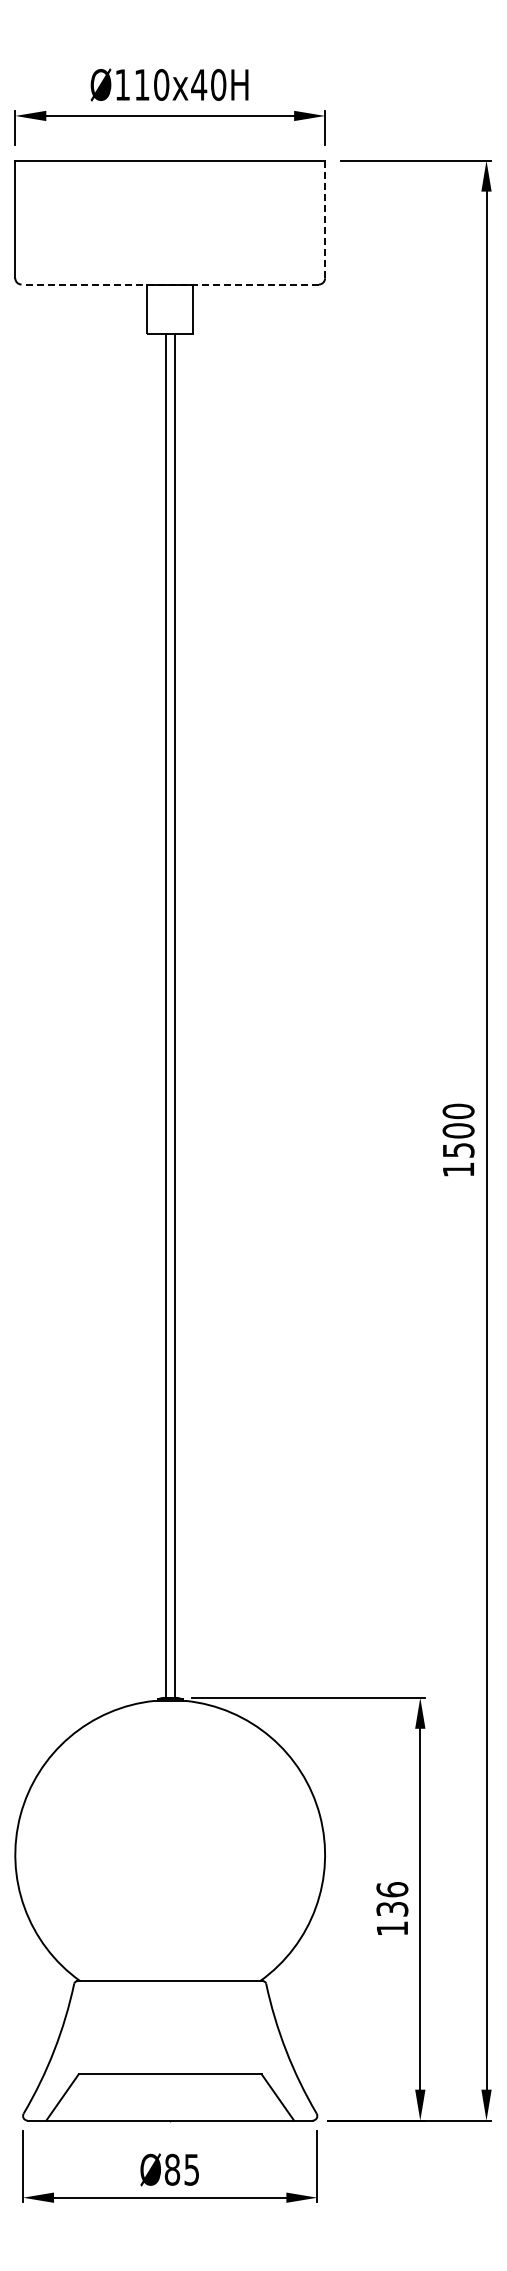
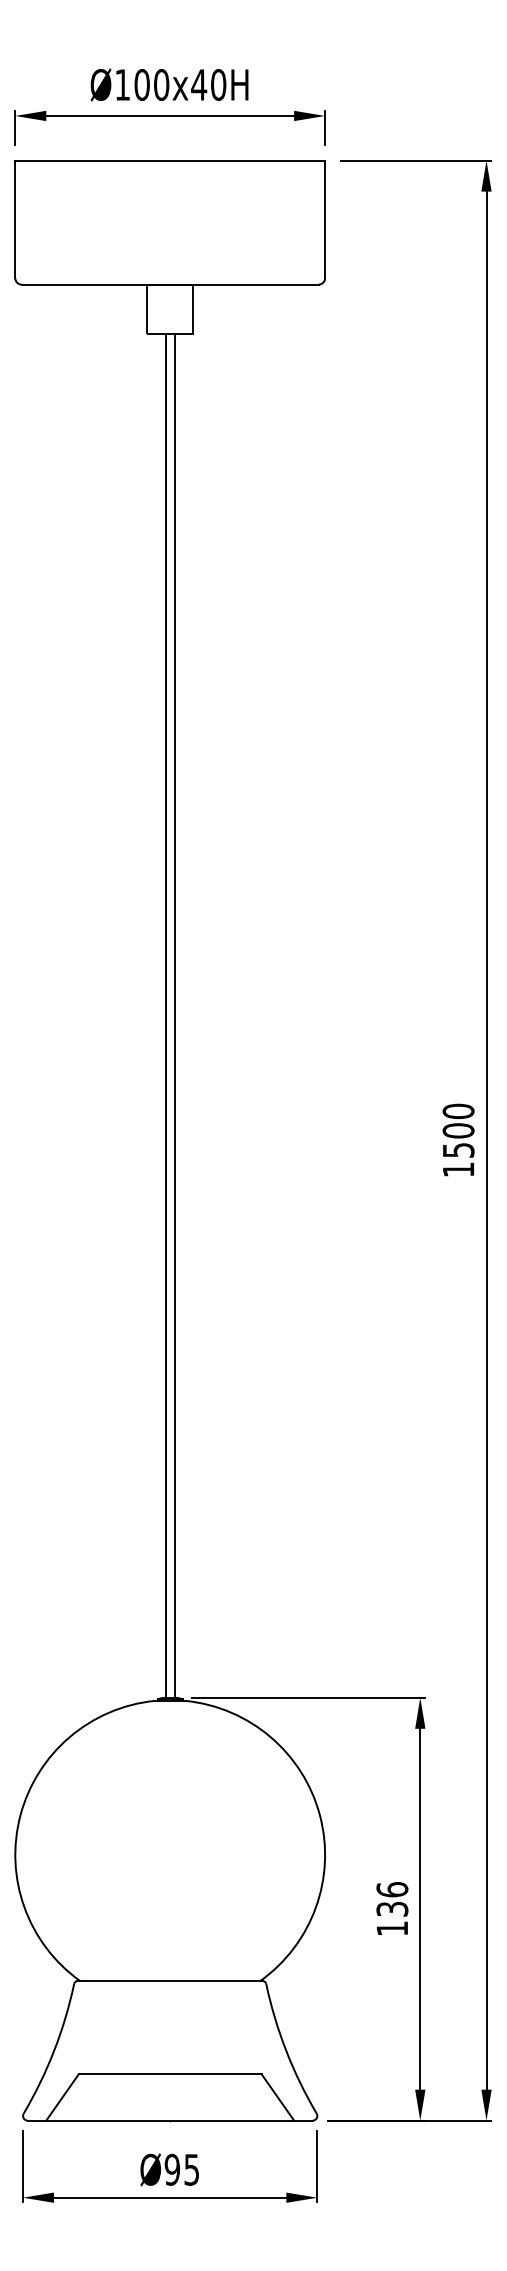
text at (141, 84): Ø110x40H -> Ø100x40H
line at (325, 219): dashed -> solid
line at (170, 284): dashed -> solid
text at (172, 2169): Ø85 -> Ø95
